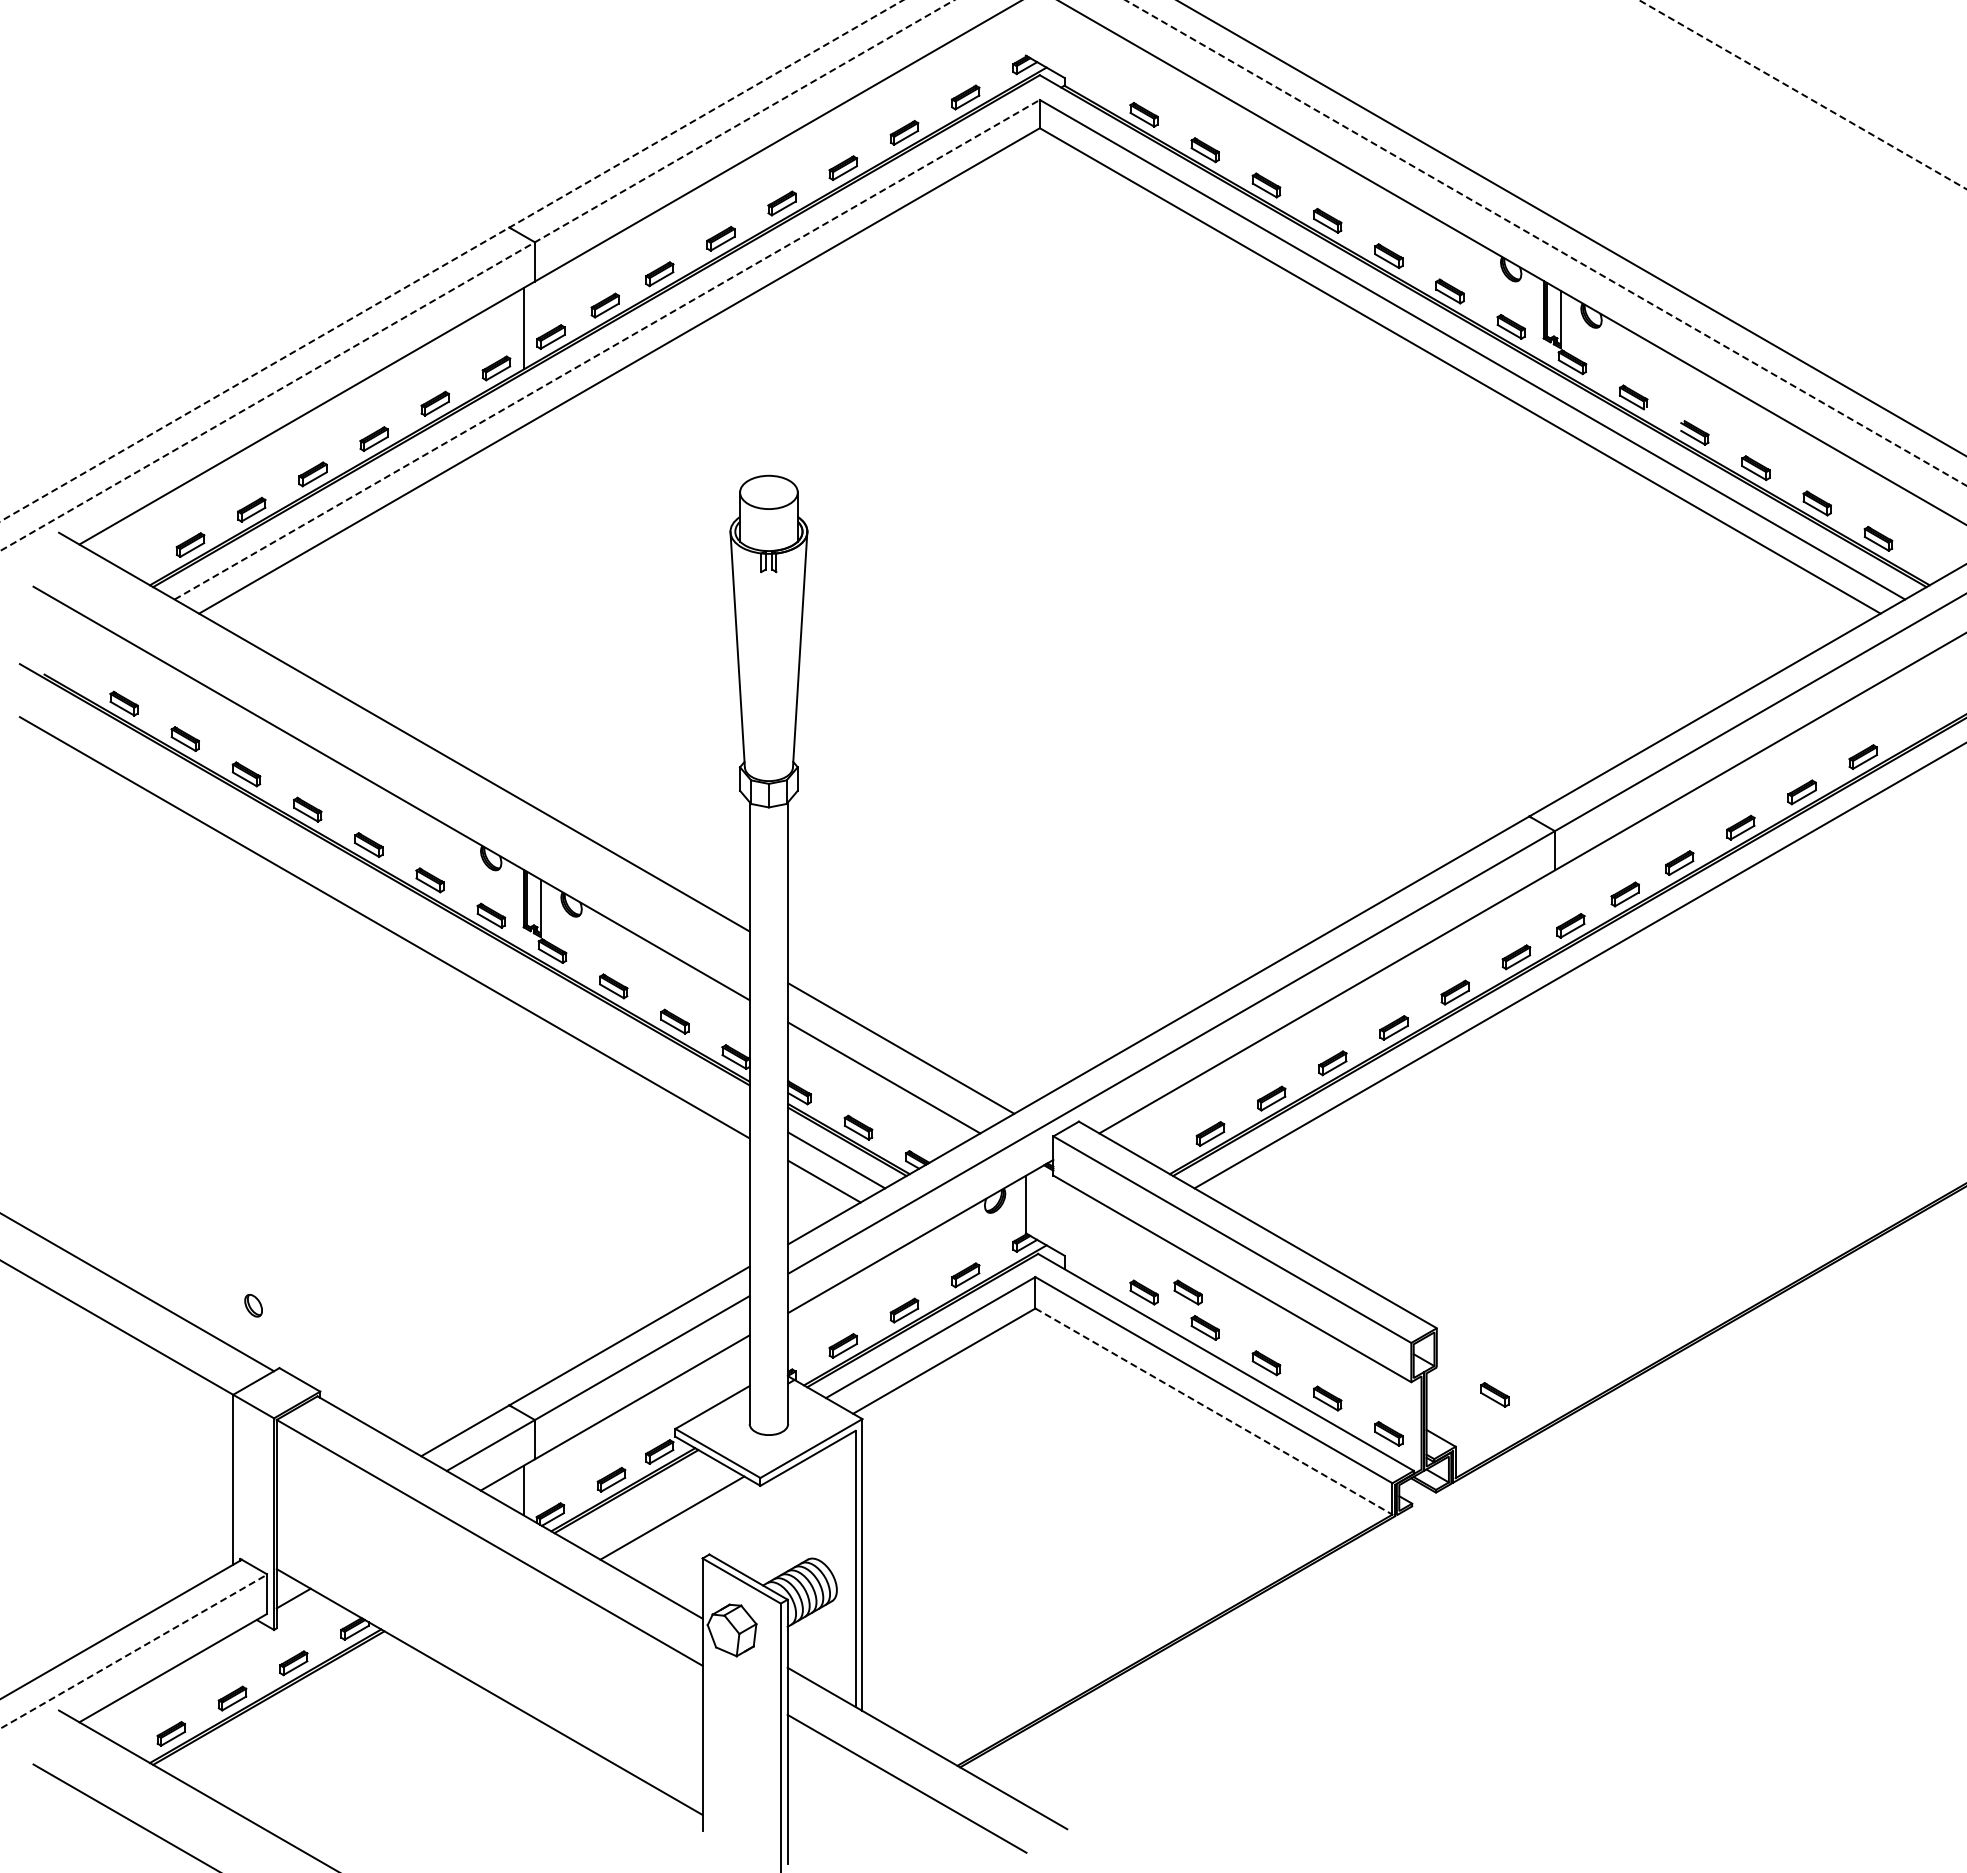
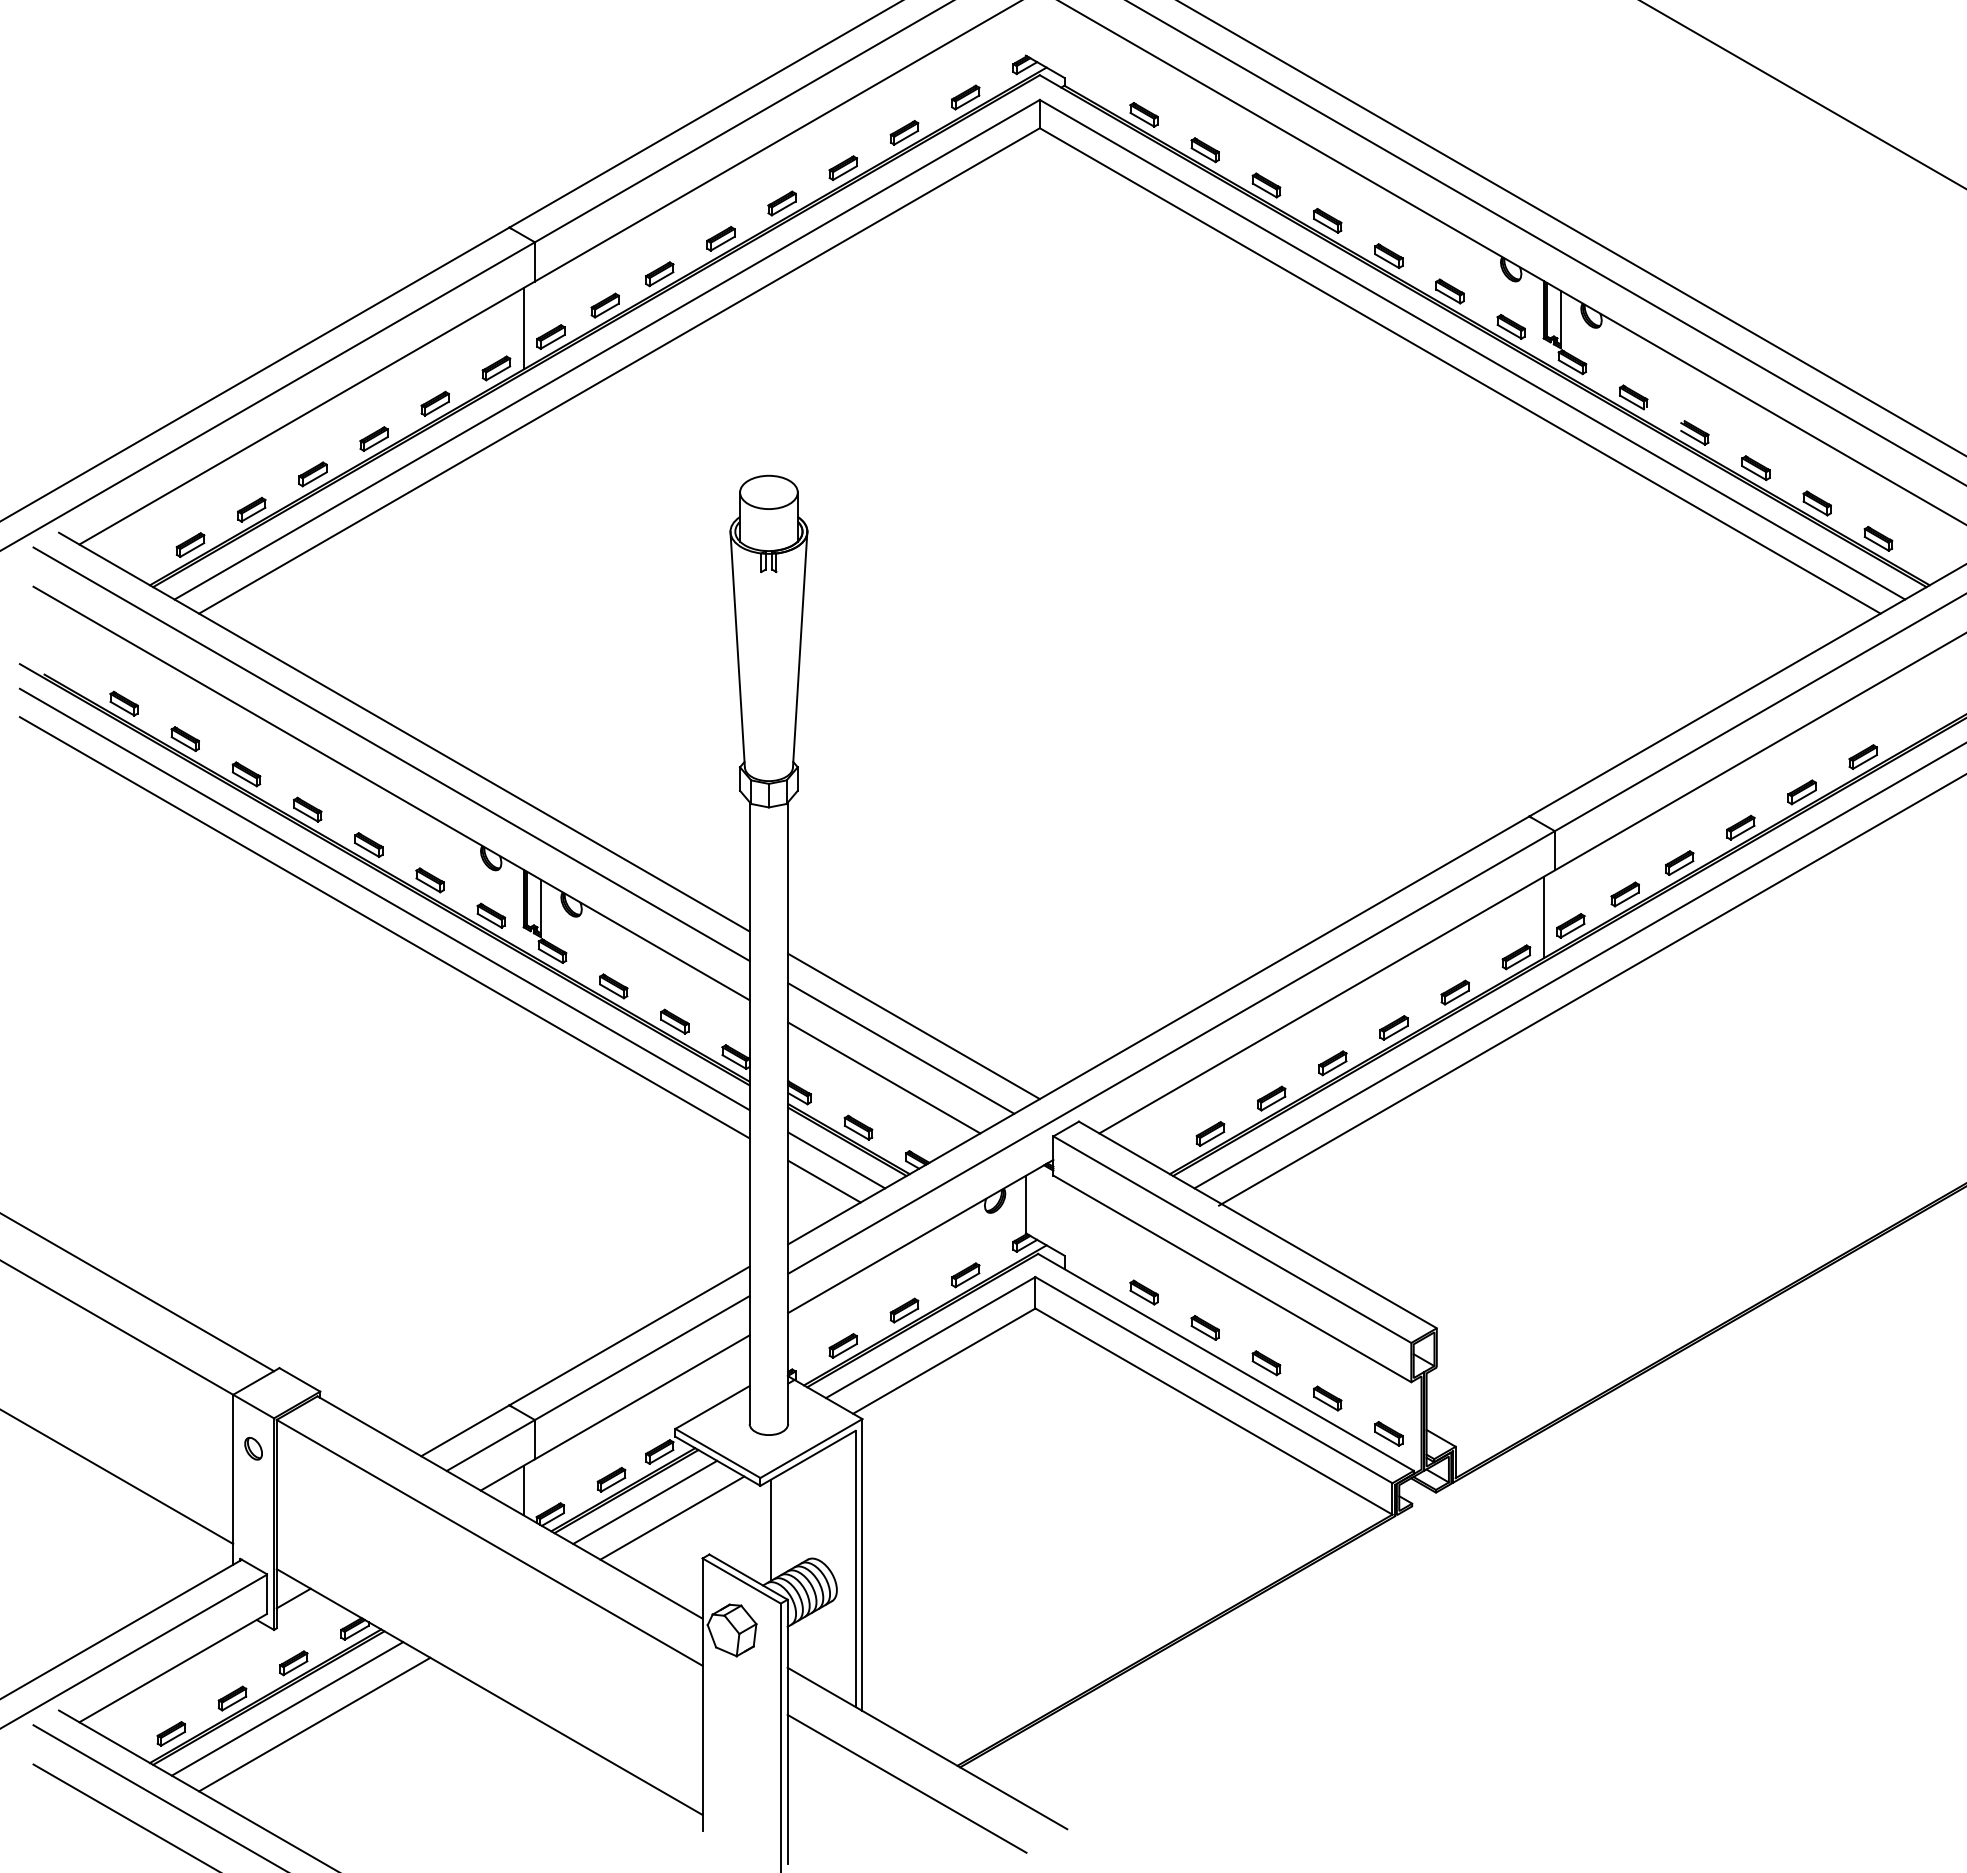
line at (1803, 94): dashed -> solid
line at (1546, 243): dashed -> solid
line at (452, 260): dashed -> solid
line at (477, 275): dashed -> solid
line at (607, 349): dashed -> solid
line at (391, 754): none -> present
line at (384, 899): none -> present
line at (1543, 917): none -> present
line at (1591, 990): none -> present
line at (913, 1026): none -> present
part at (1187, 1292): present -> none
part at (253, 1305) position: (253, 1305) -> (253, 1448)
part at (1494, 1394): present -> none
line at (1214, 1411): dashed -> solid
line at (117, 1476): none -> present
line at (645, 1501): none -> present
line at (770, 1530): none -> present
line at (133, 1651): dashed -> solid
line at (287, 1708): none -> present
line at (314, 1724): none -> present
line at (158, 1797): none -> present
